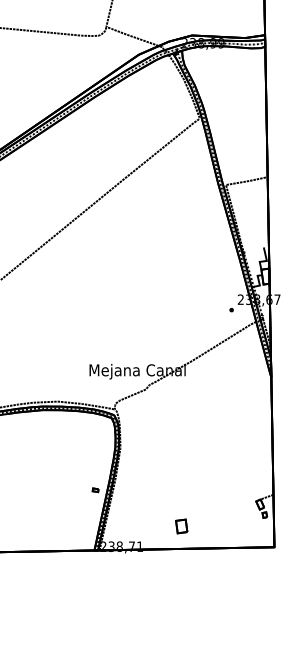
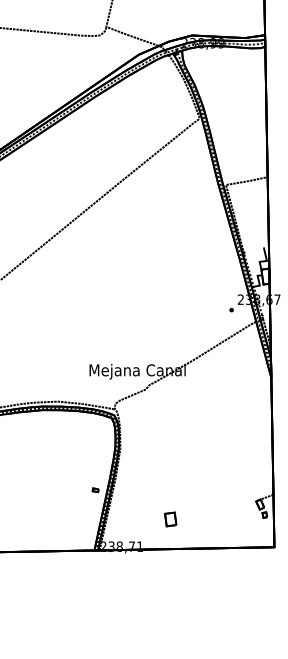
part at (181, 526) position: (181, 526) -> (170, 519)
